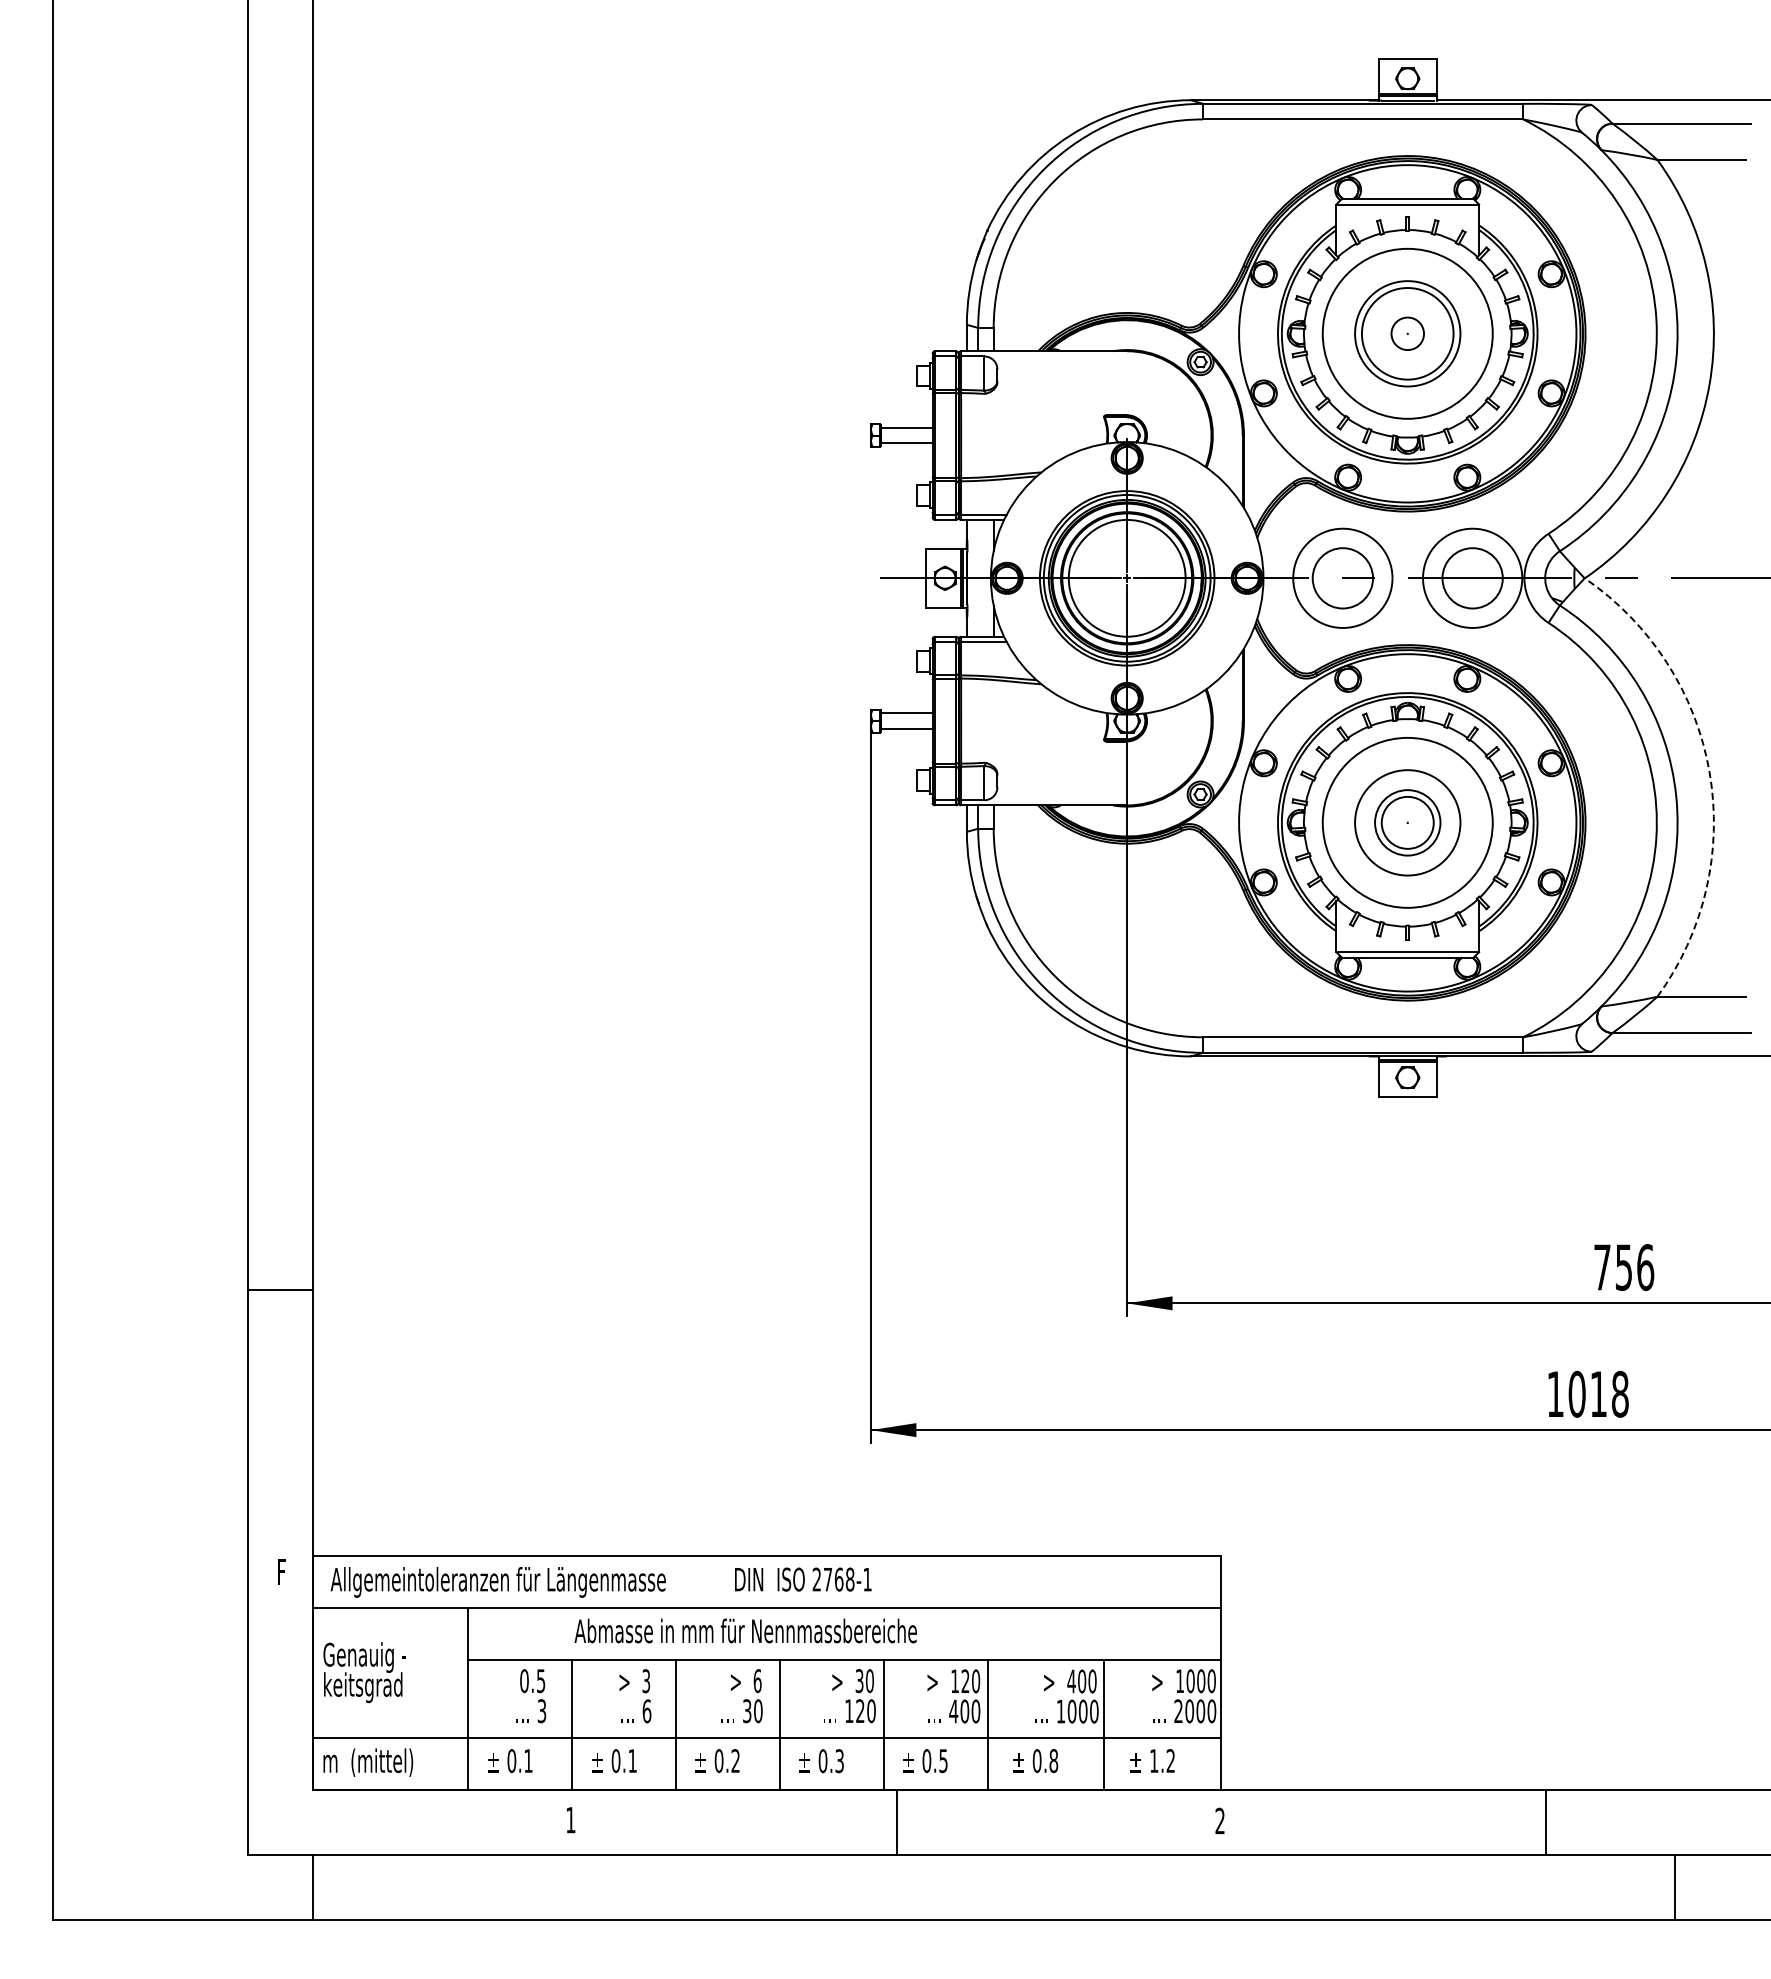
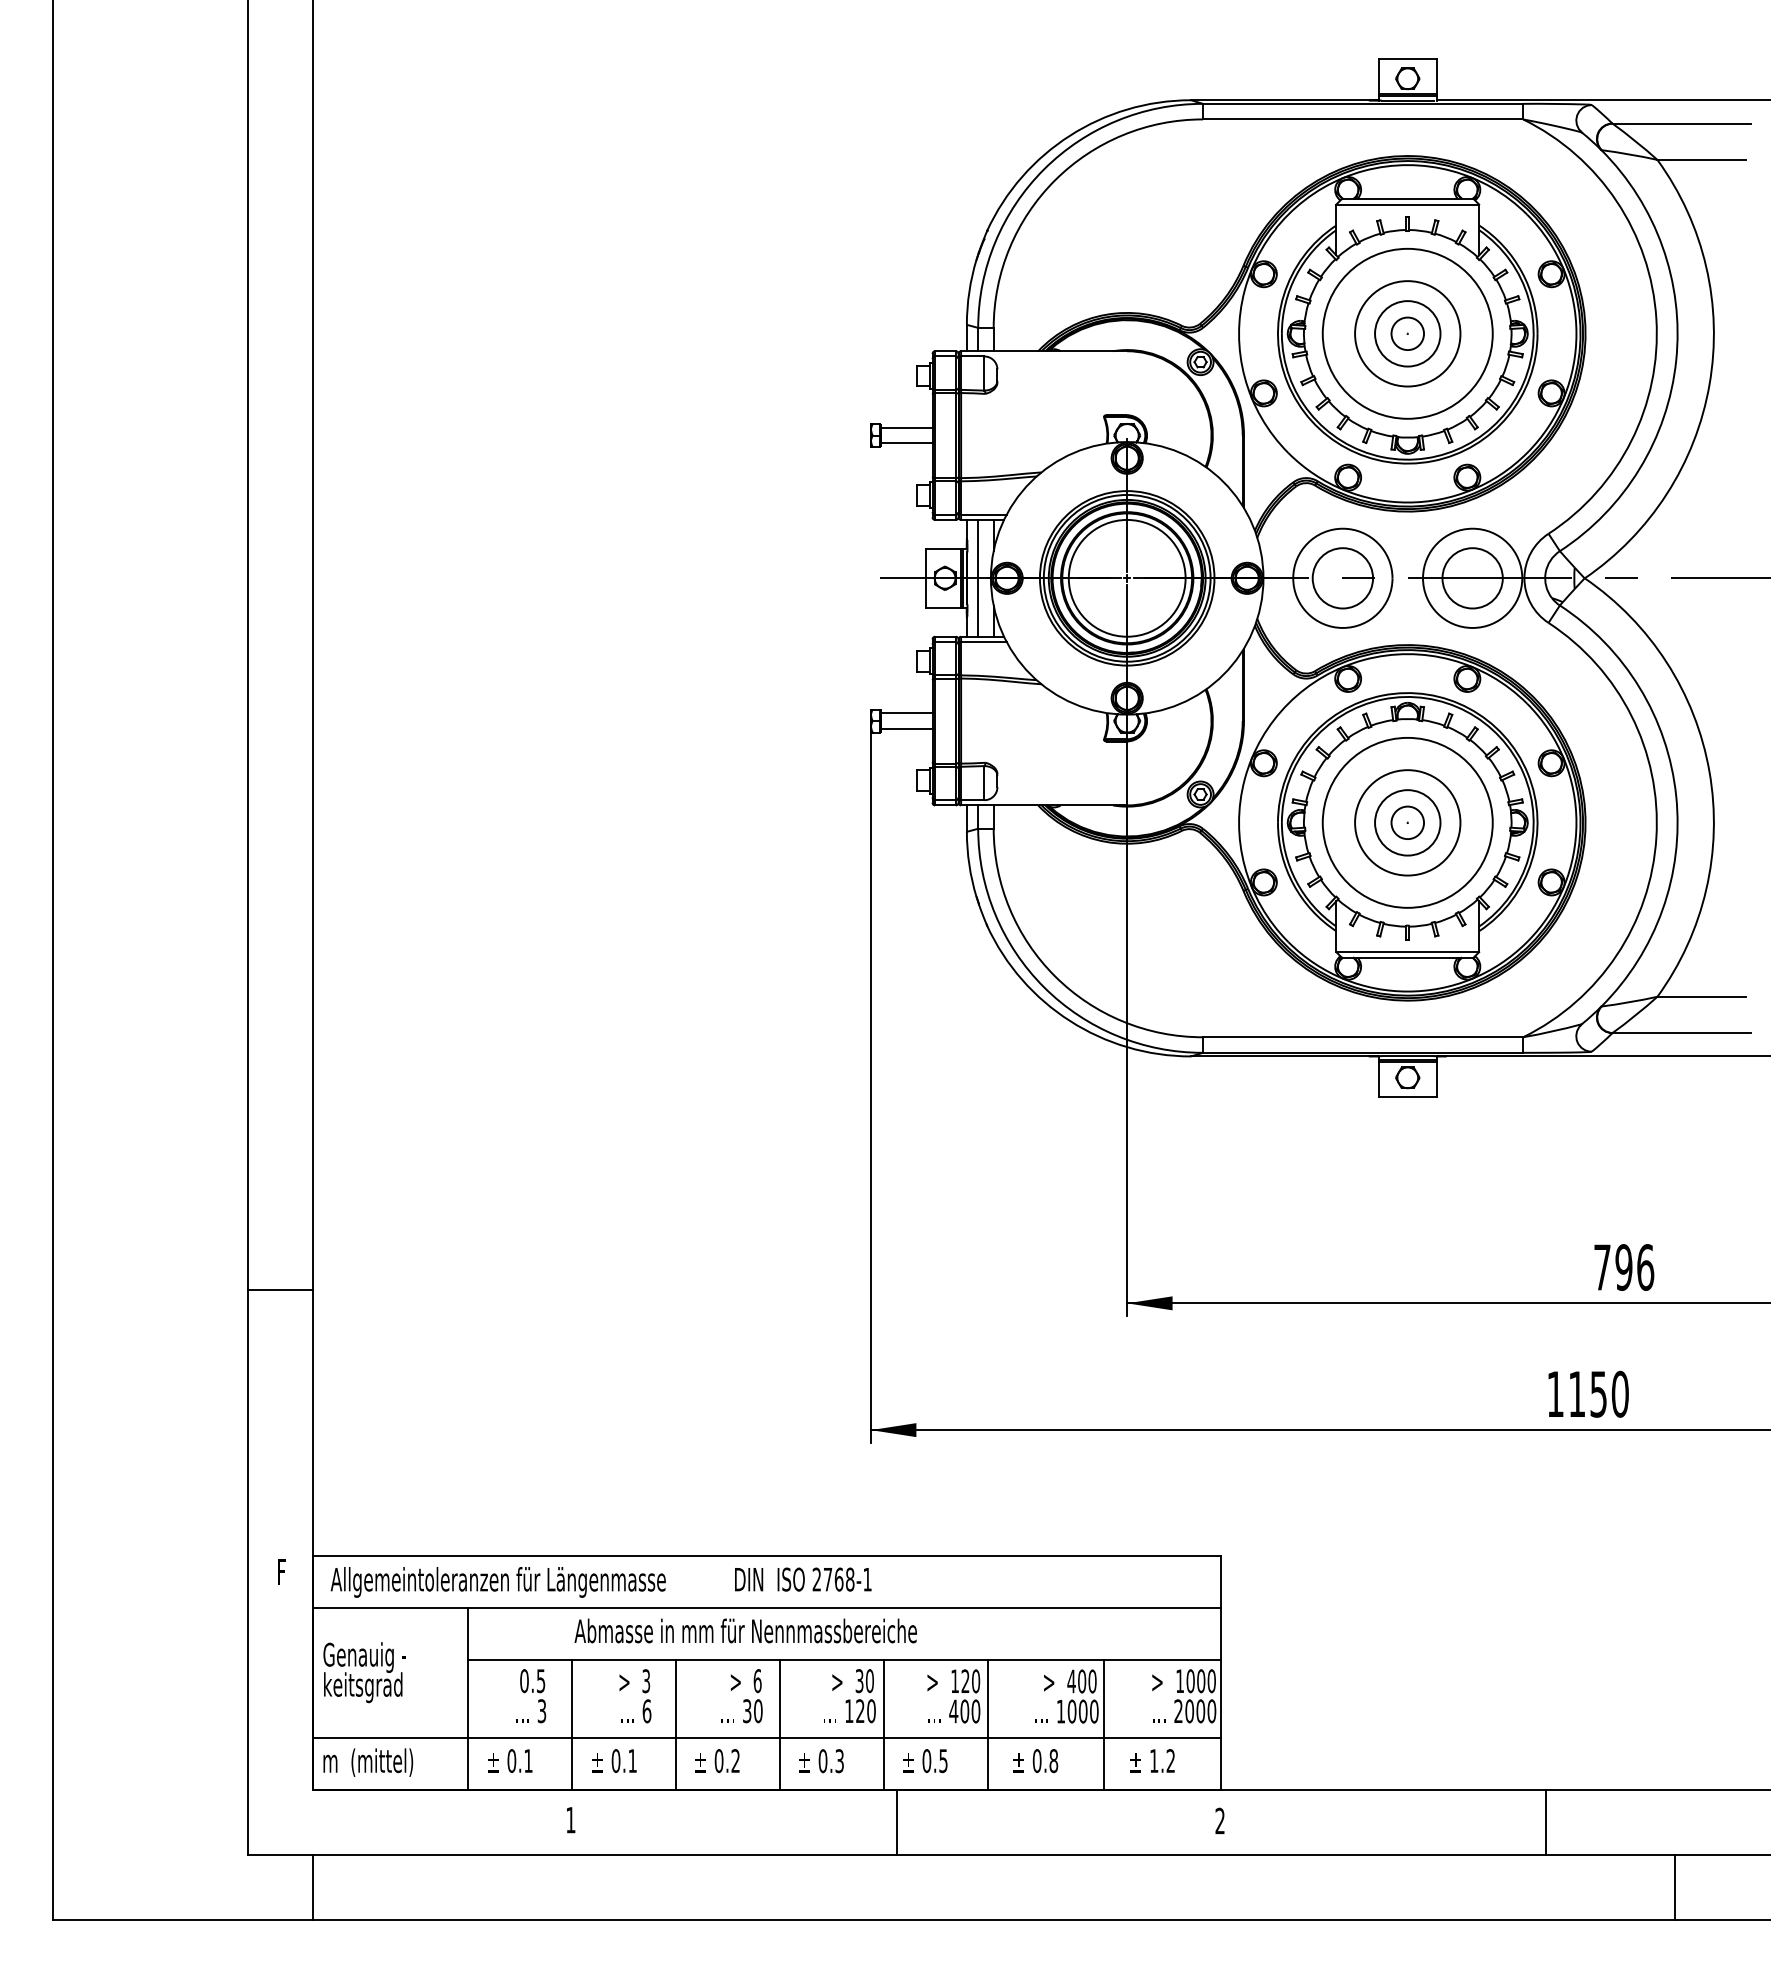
circle at (1407, 333) diameter: 92 px -> 65 px
line at (978, 577): none -> present
arc at (1709, 772): dashed -> solid
circle at (1407, 822) diameter: 52 px -> 33 px
text at (1623, 1267): 756 -> 796
text at (1598, 1393): 1018 -> 1150
